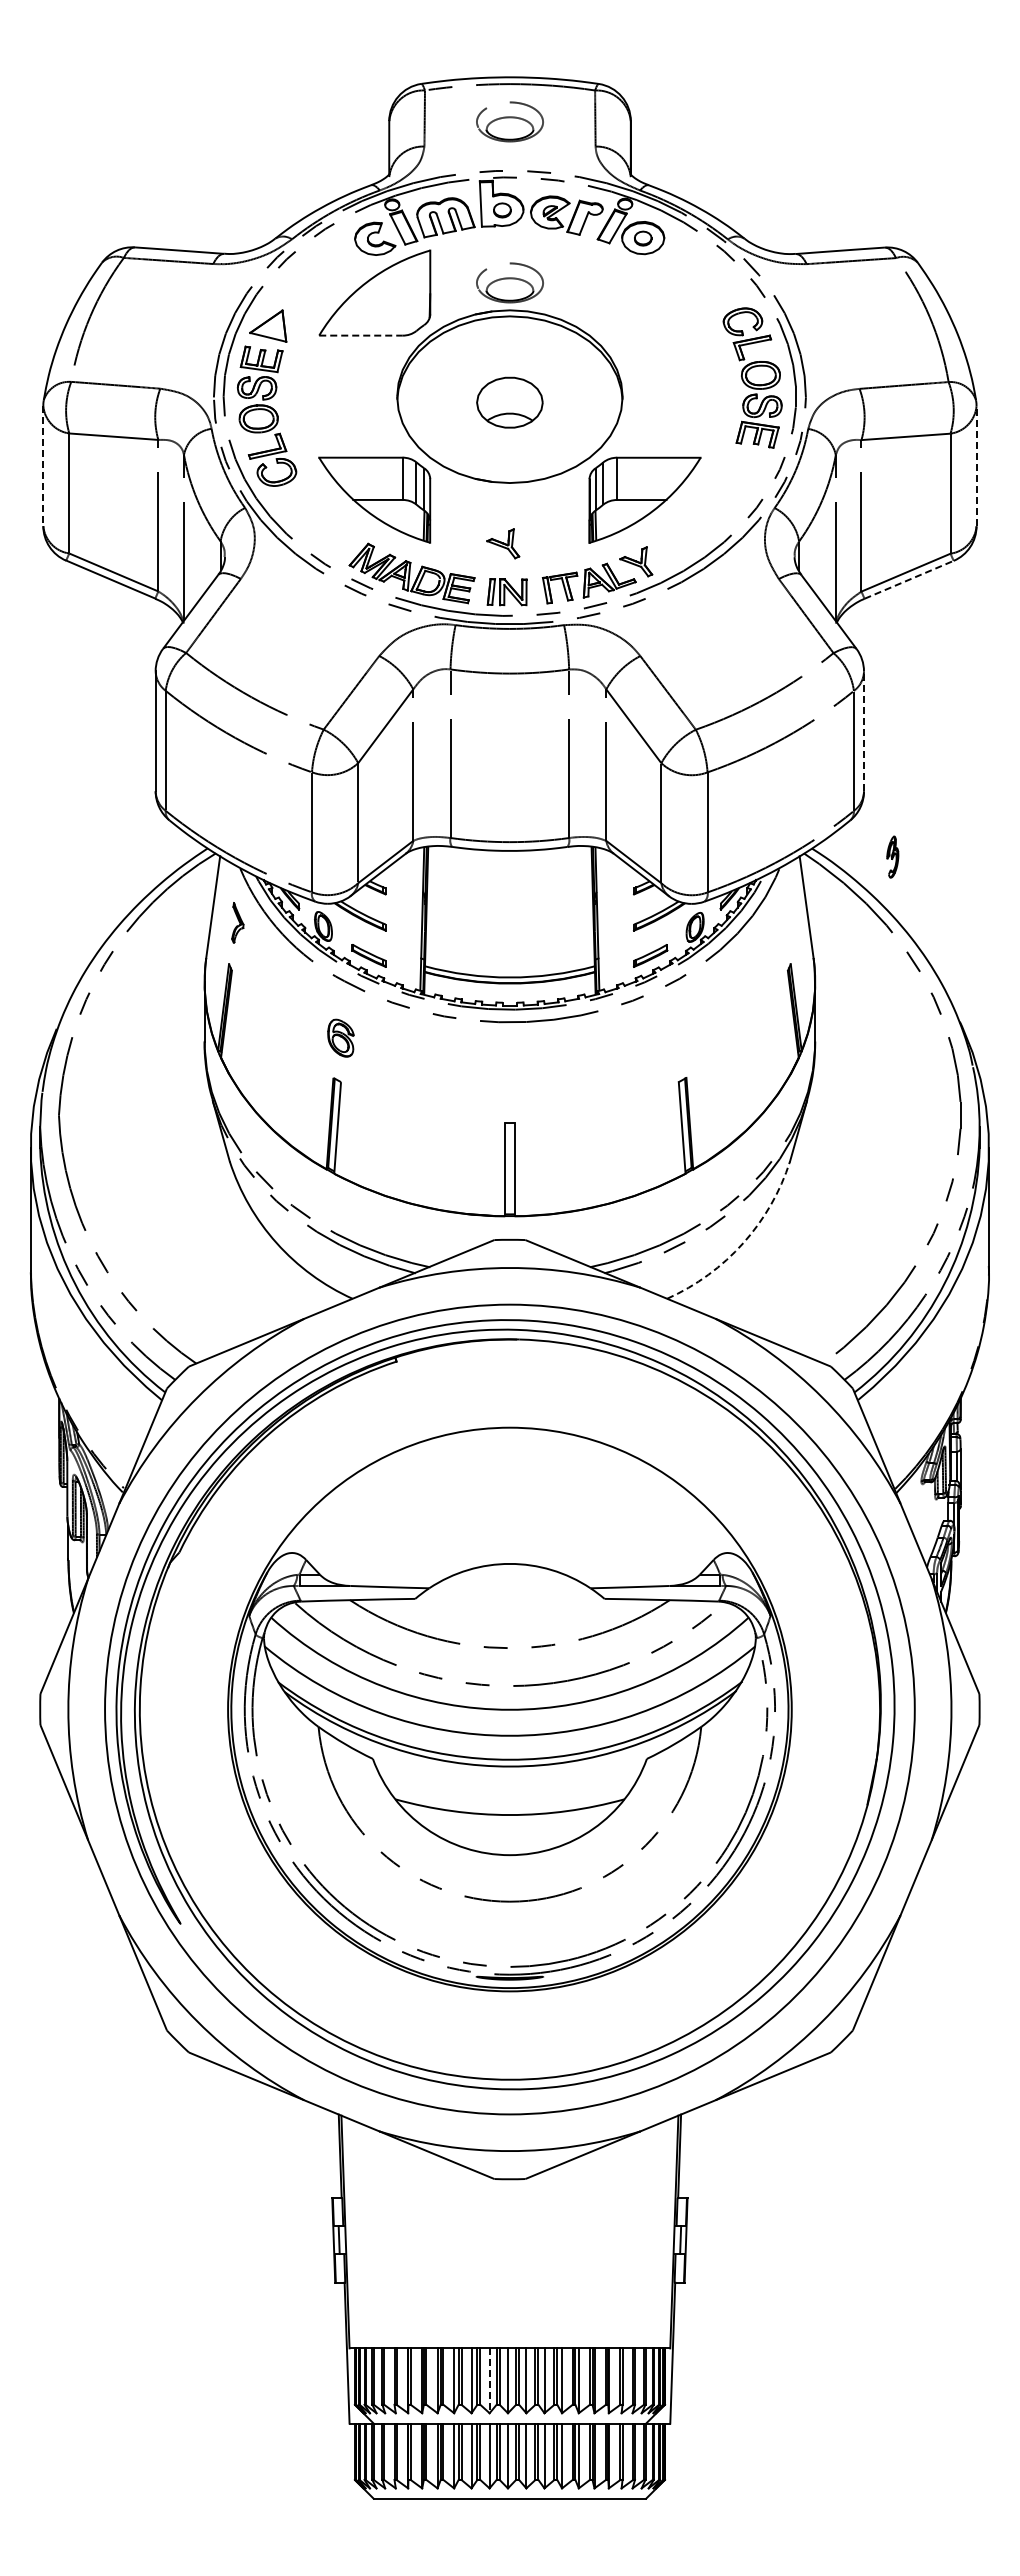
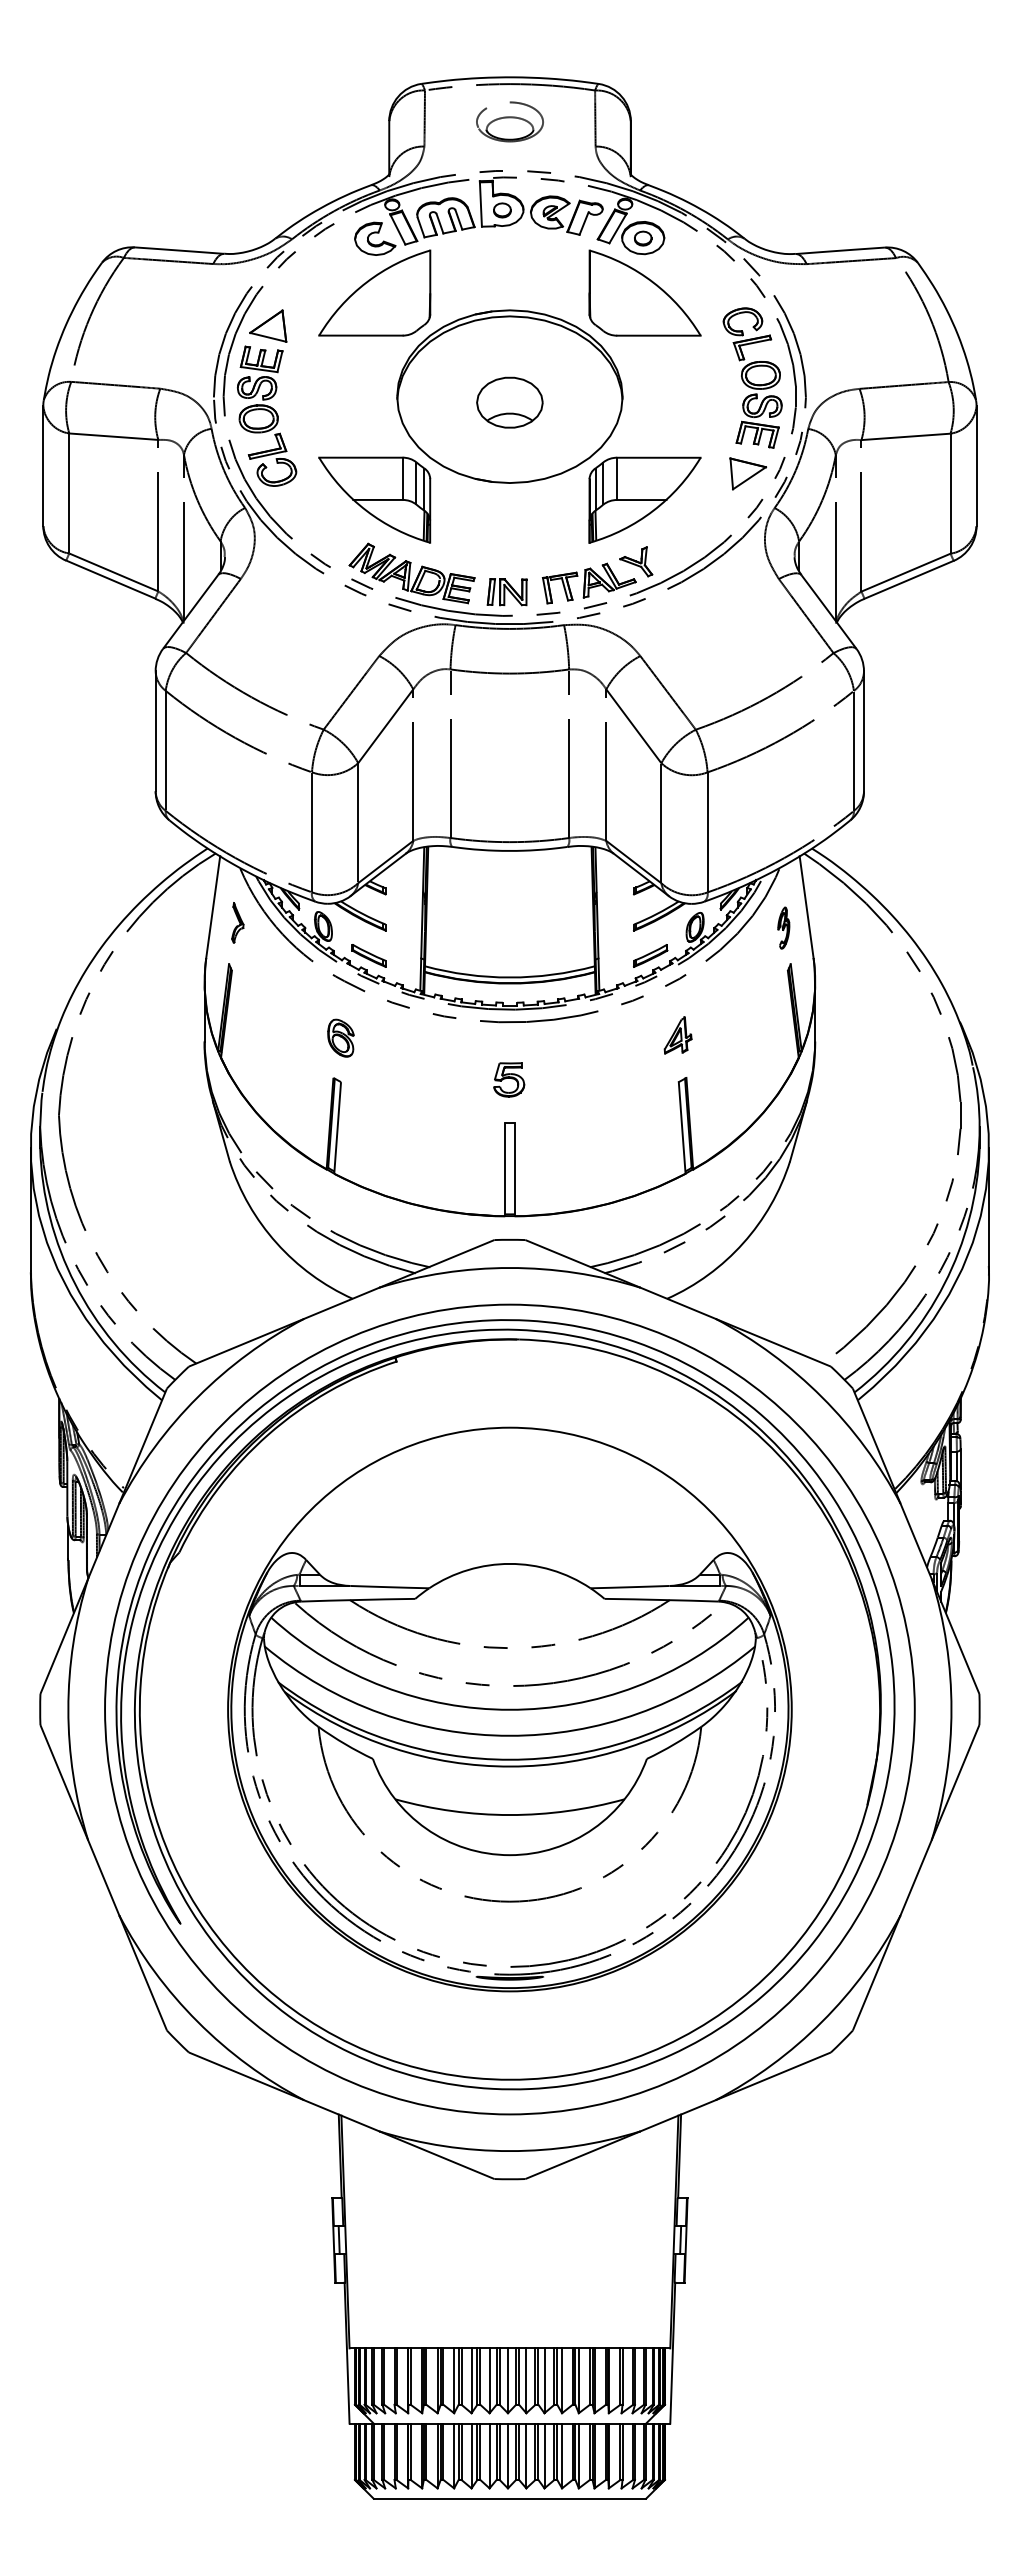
part at (509, 282): present -> none
part at (644, 292): none -> present
line at (360, 335): dashed -> solid
line at (976, 465): dashed -> solid
line at (43, 466): dashed -> solid
part at (748, 473): none -> present
part at (503, 543): present -> none
line at (909, 579): dashed -> solid
line at (864, 730): dashed -> solid
part at (892, 856) position: (892, 856) -> (783, 927)
part at (677, 1035): none -> present
part at (509, 1079): none -> present
arc at (743, 1243): dashed -> solid
line at (489, 2381): dashed -> solid
